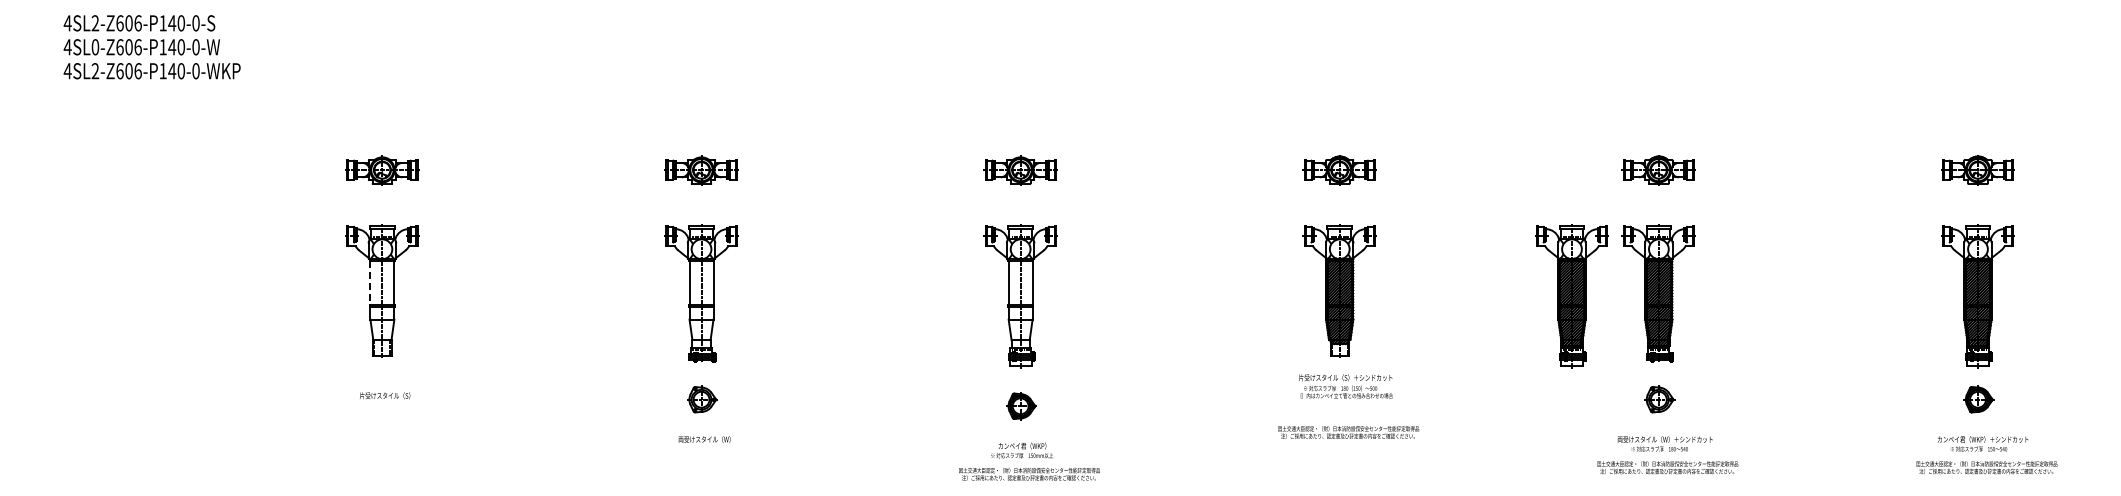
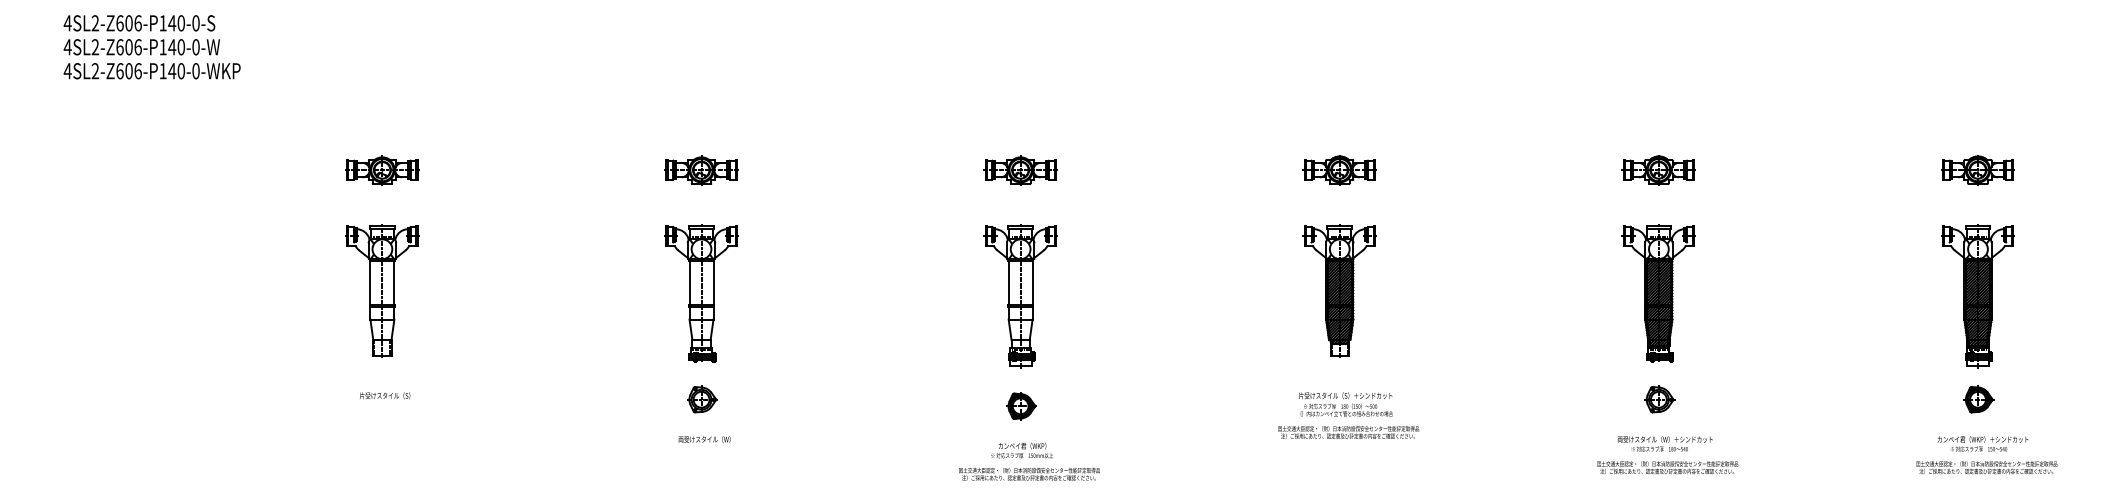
text at (95, 47): 4SL0-Z606-P140-0-W -> 4SL2-Z606-P140-0-W
line at (370, 282): dashed -> solid
part at (1571, 296): present -> none
text at (1345, 386) position: (1345, 386) -> (1345, 404)
